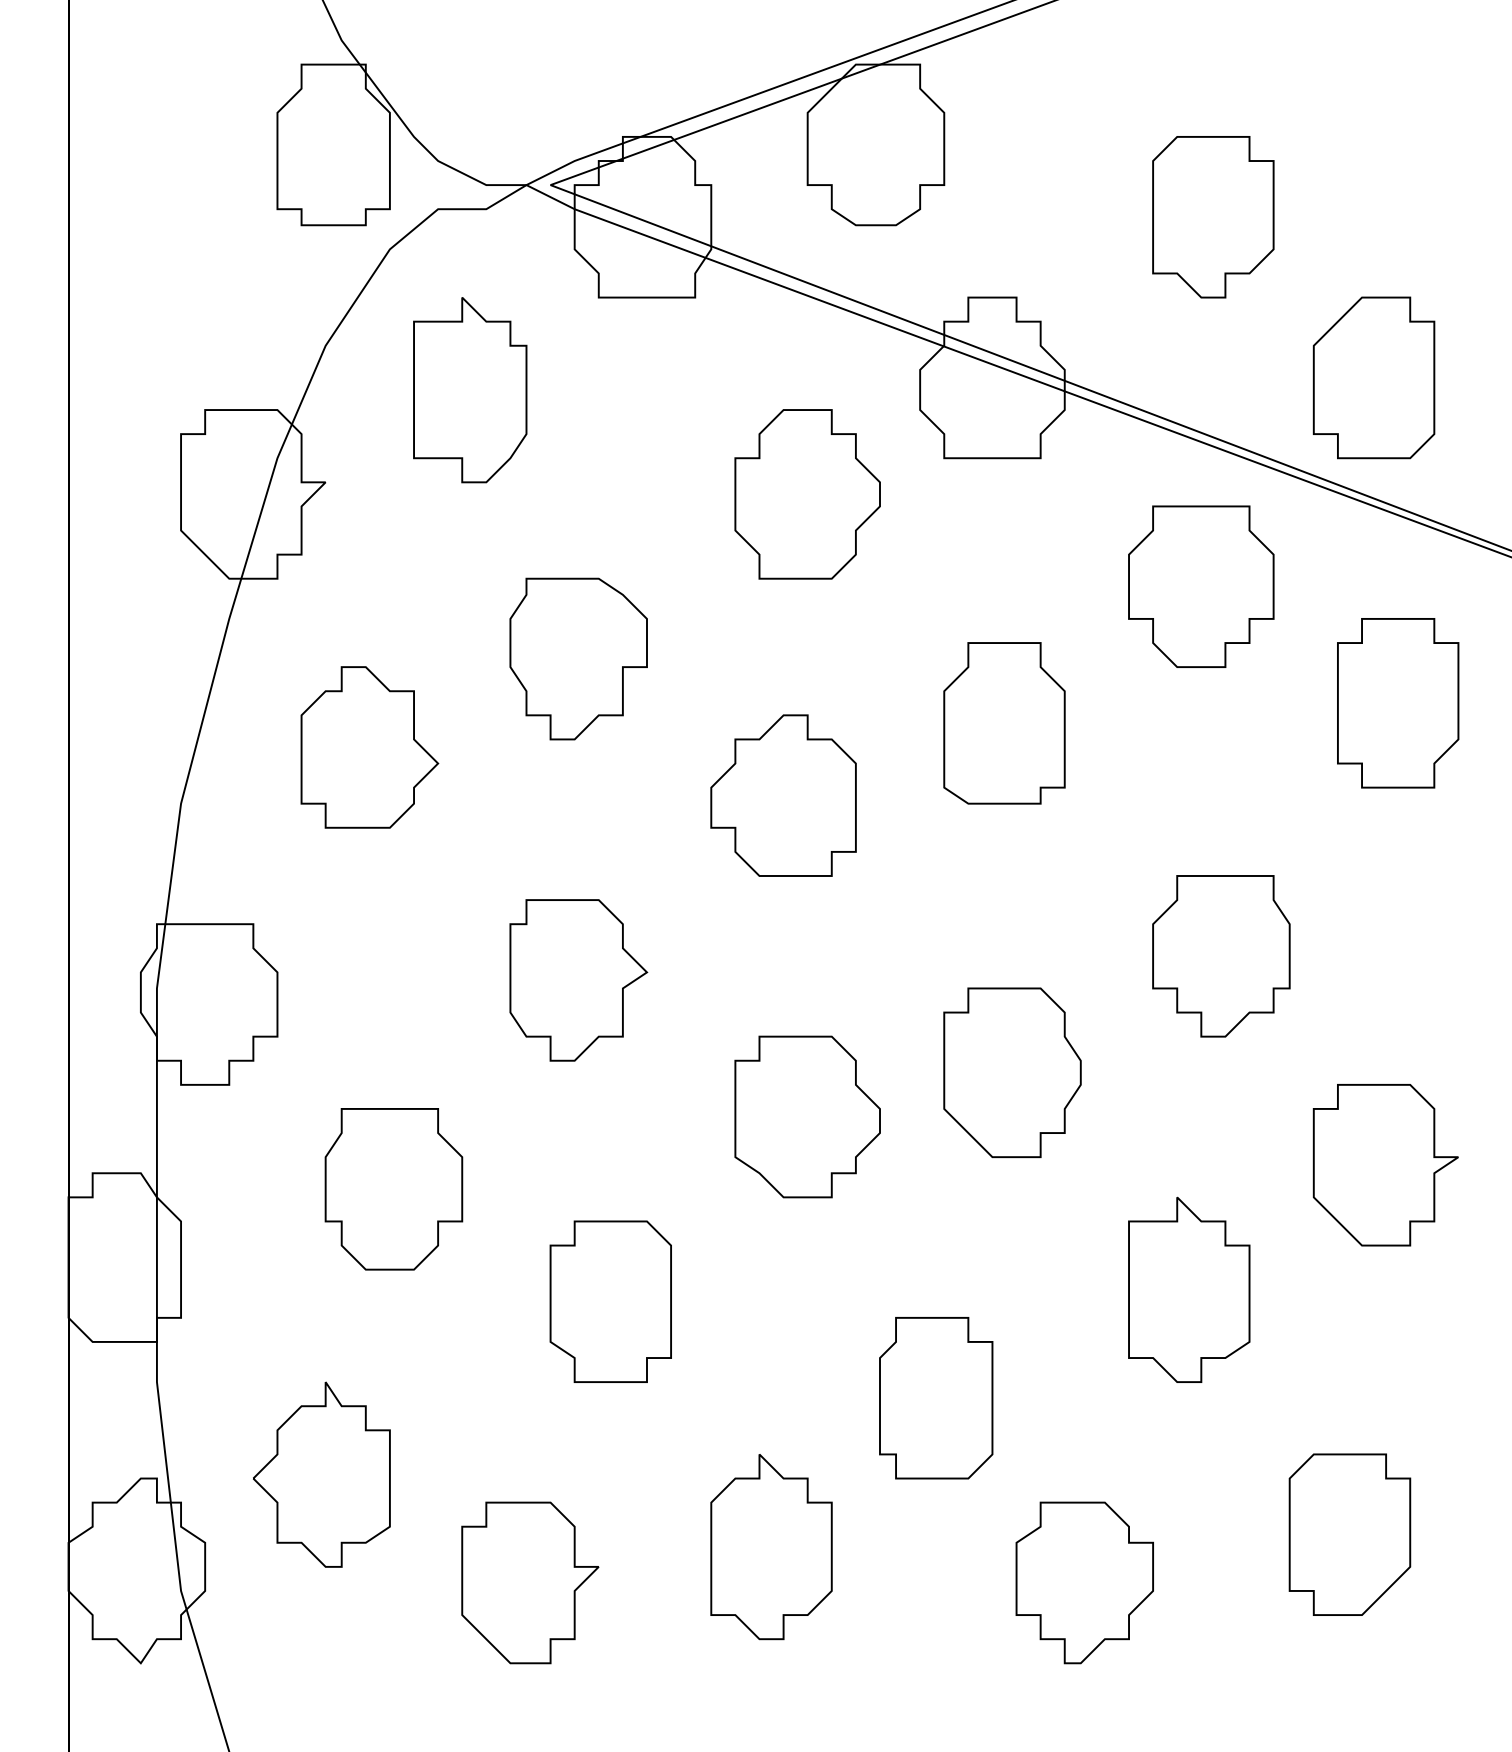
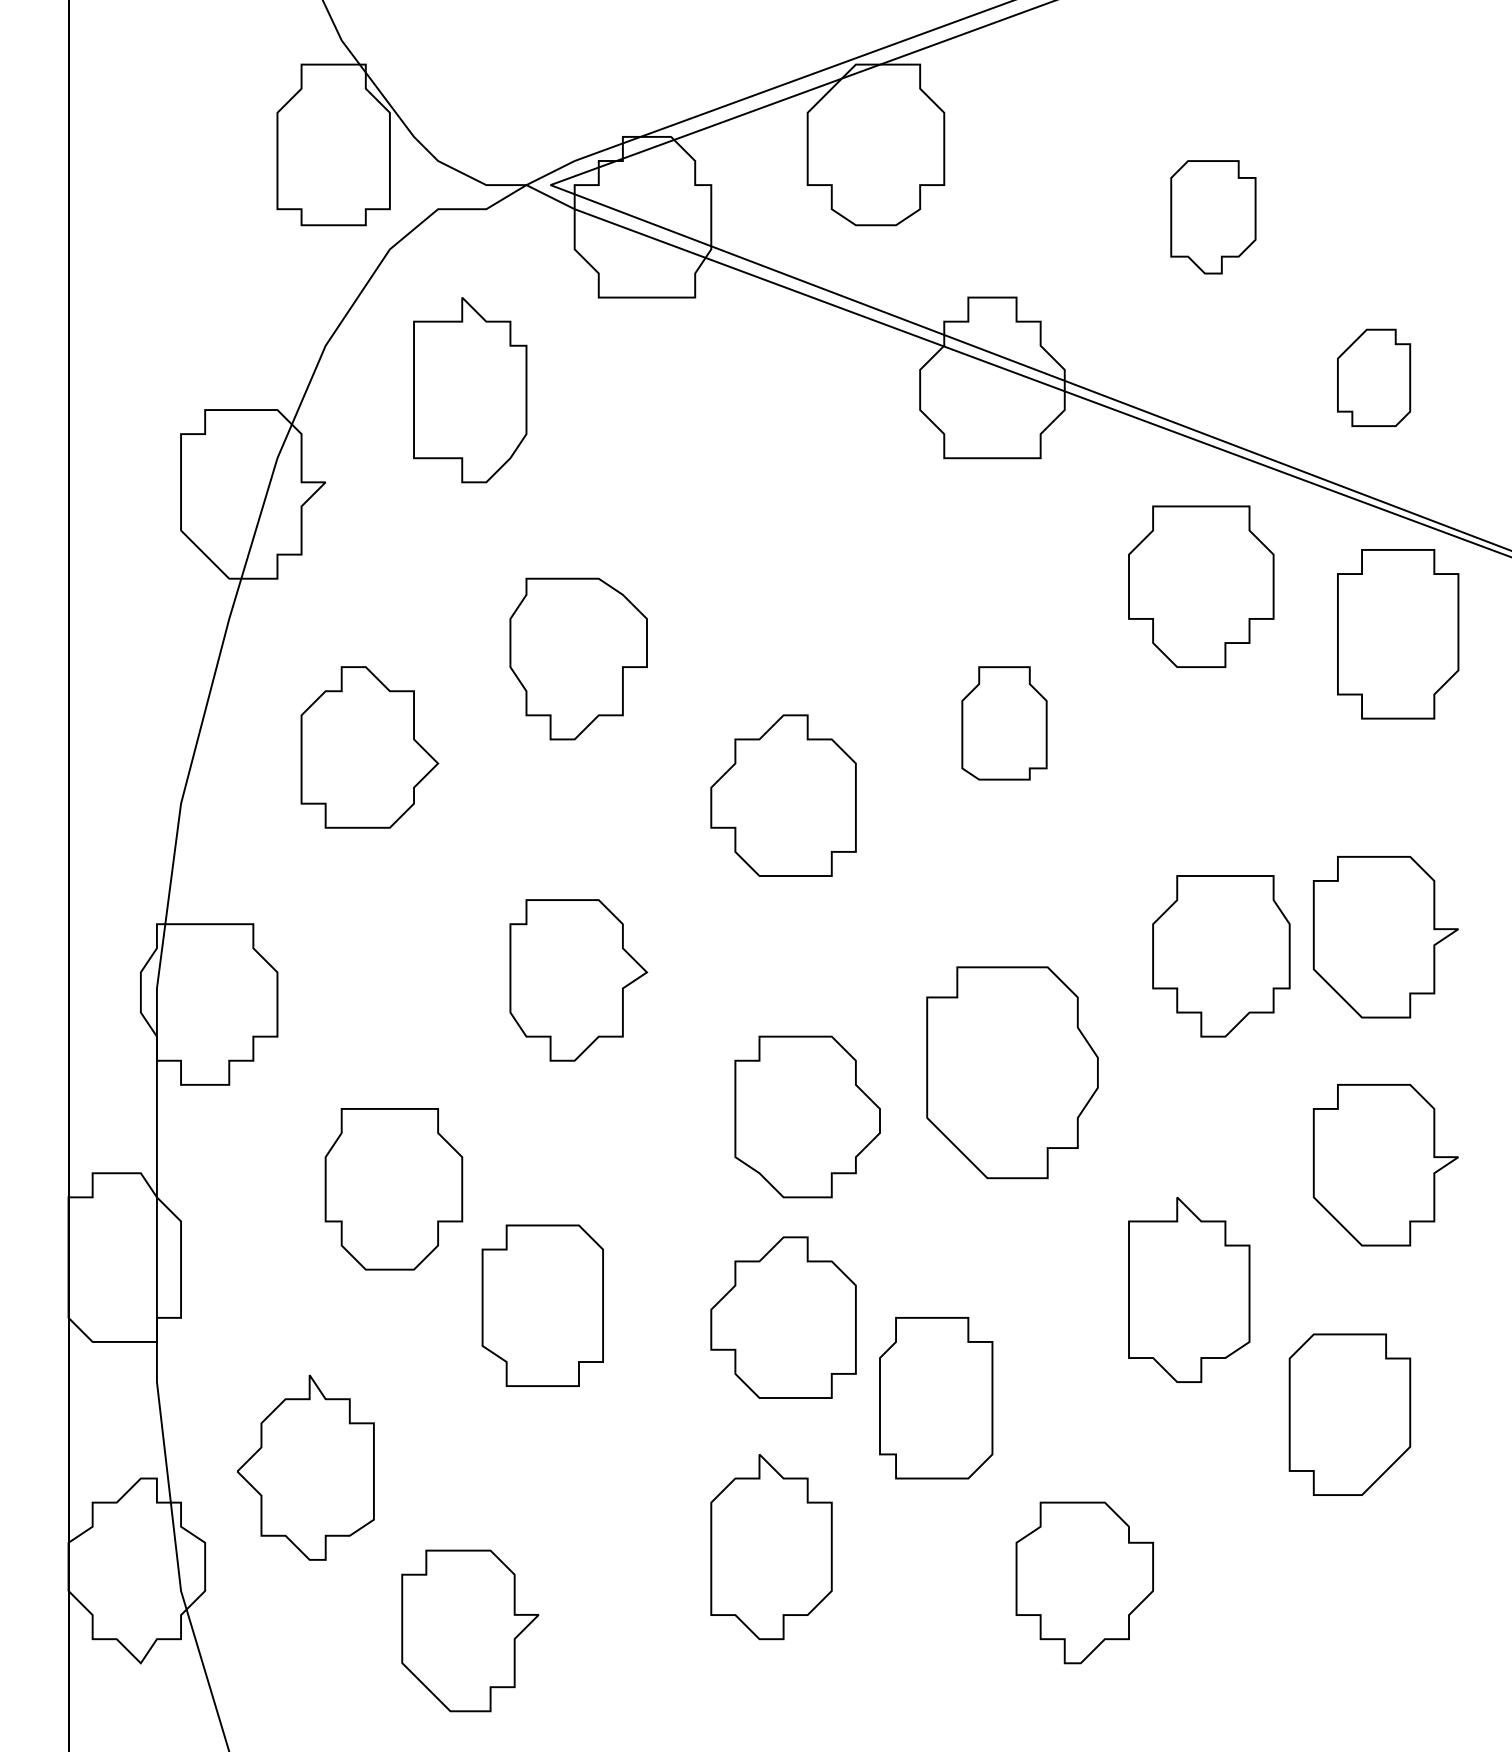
part at (1213, 217) size: 123x163 px -> 87x115 px
part at (1373, 377) size: 124x164 px -> 75x99 px
part at (807, 494): present -> none
part at (1398, 703) position: (1398, 703) -> (1398, 634)
part at (1004, 723) size: 123x163 px -> 87x115 px
part at (1385, 937): none -> present
part at (1012, 1072) size: 139x172 px -> 173x214 px
part at (610, 1301) position: (610, 1301) -> (542, 1305)
part at (783, 1317): none -> present
part at (321, 1474) position: (321, 1474) -> (305, 1467)
part at (1349, 1534) position: (1349, 1534) -> (1349, 1414)
part at (530, 1582) position: (530, 1582) -> (470, 1630)
